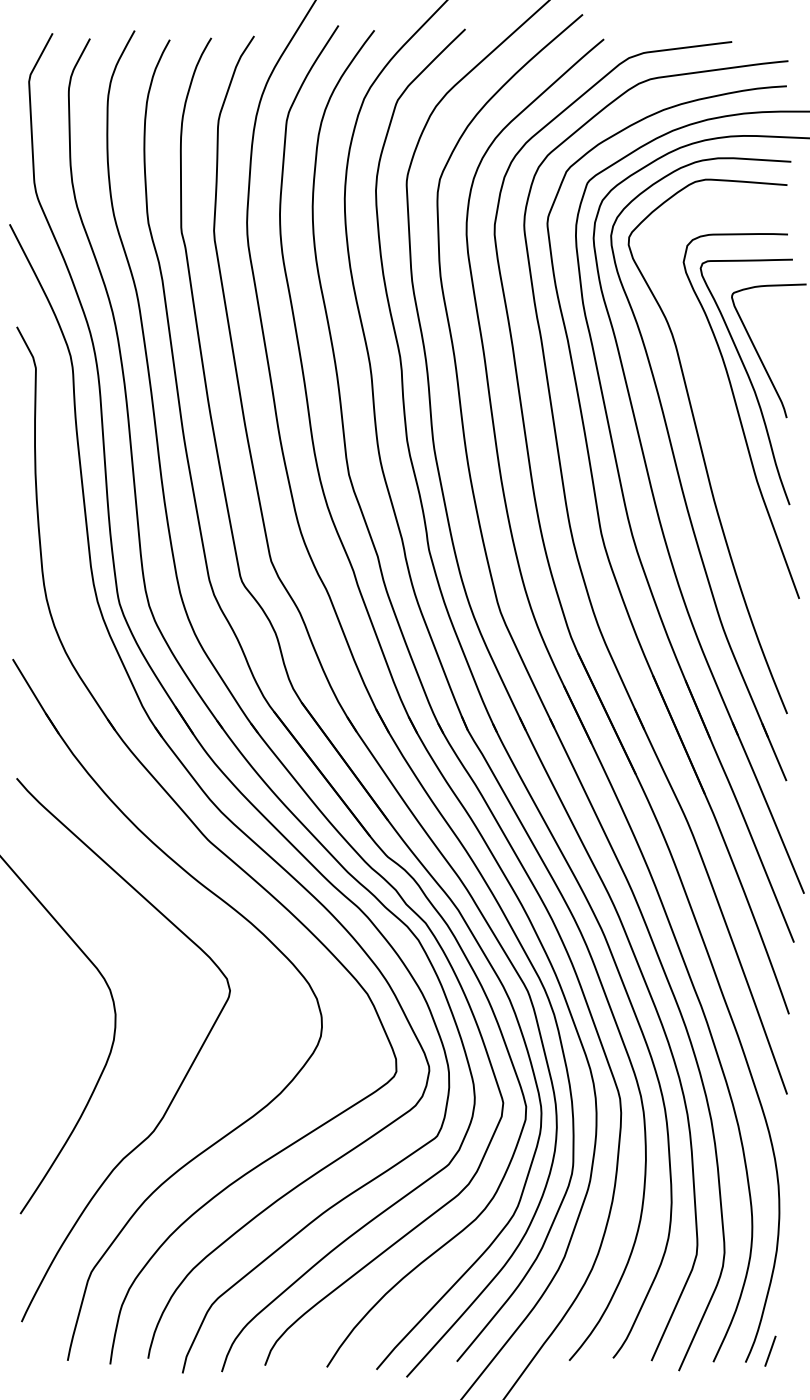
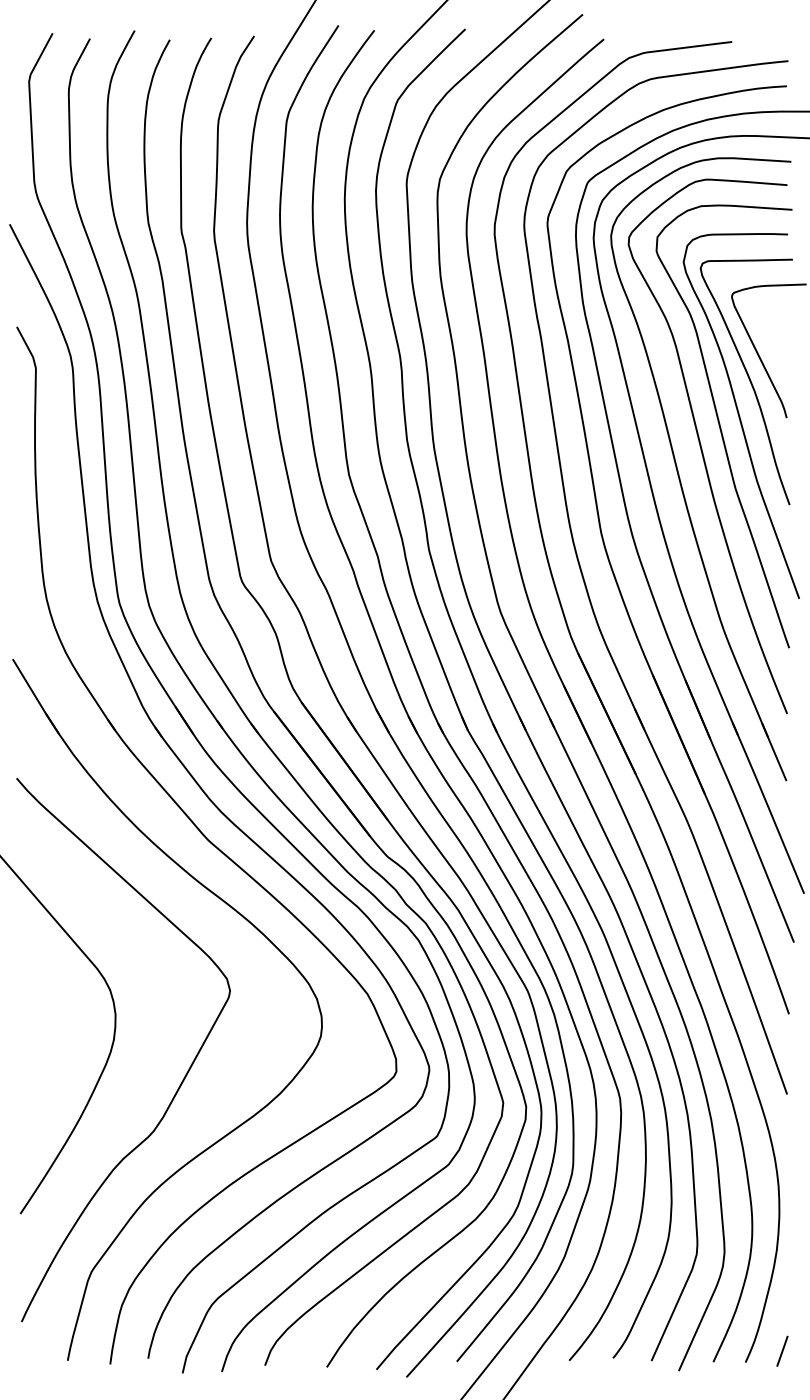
curve at (721, 427): none -> present
line at (770, 1350) position: (770, 1350) -> (782, 1350)
